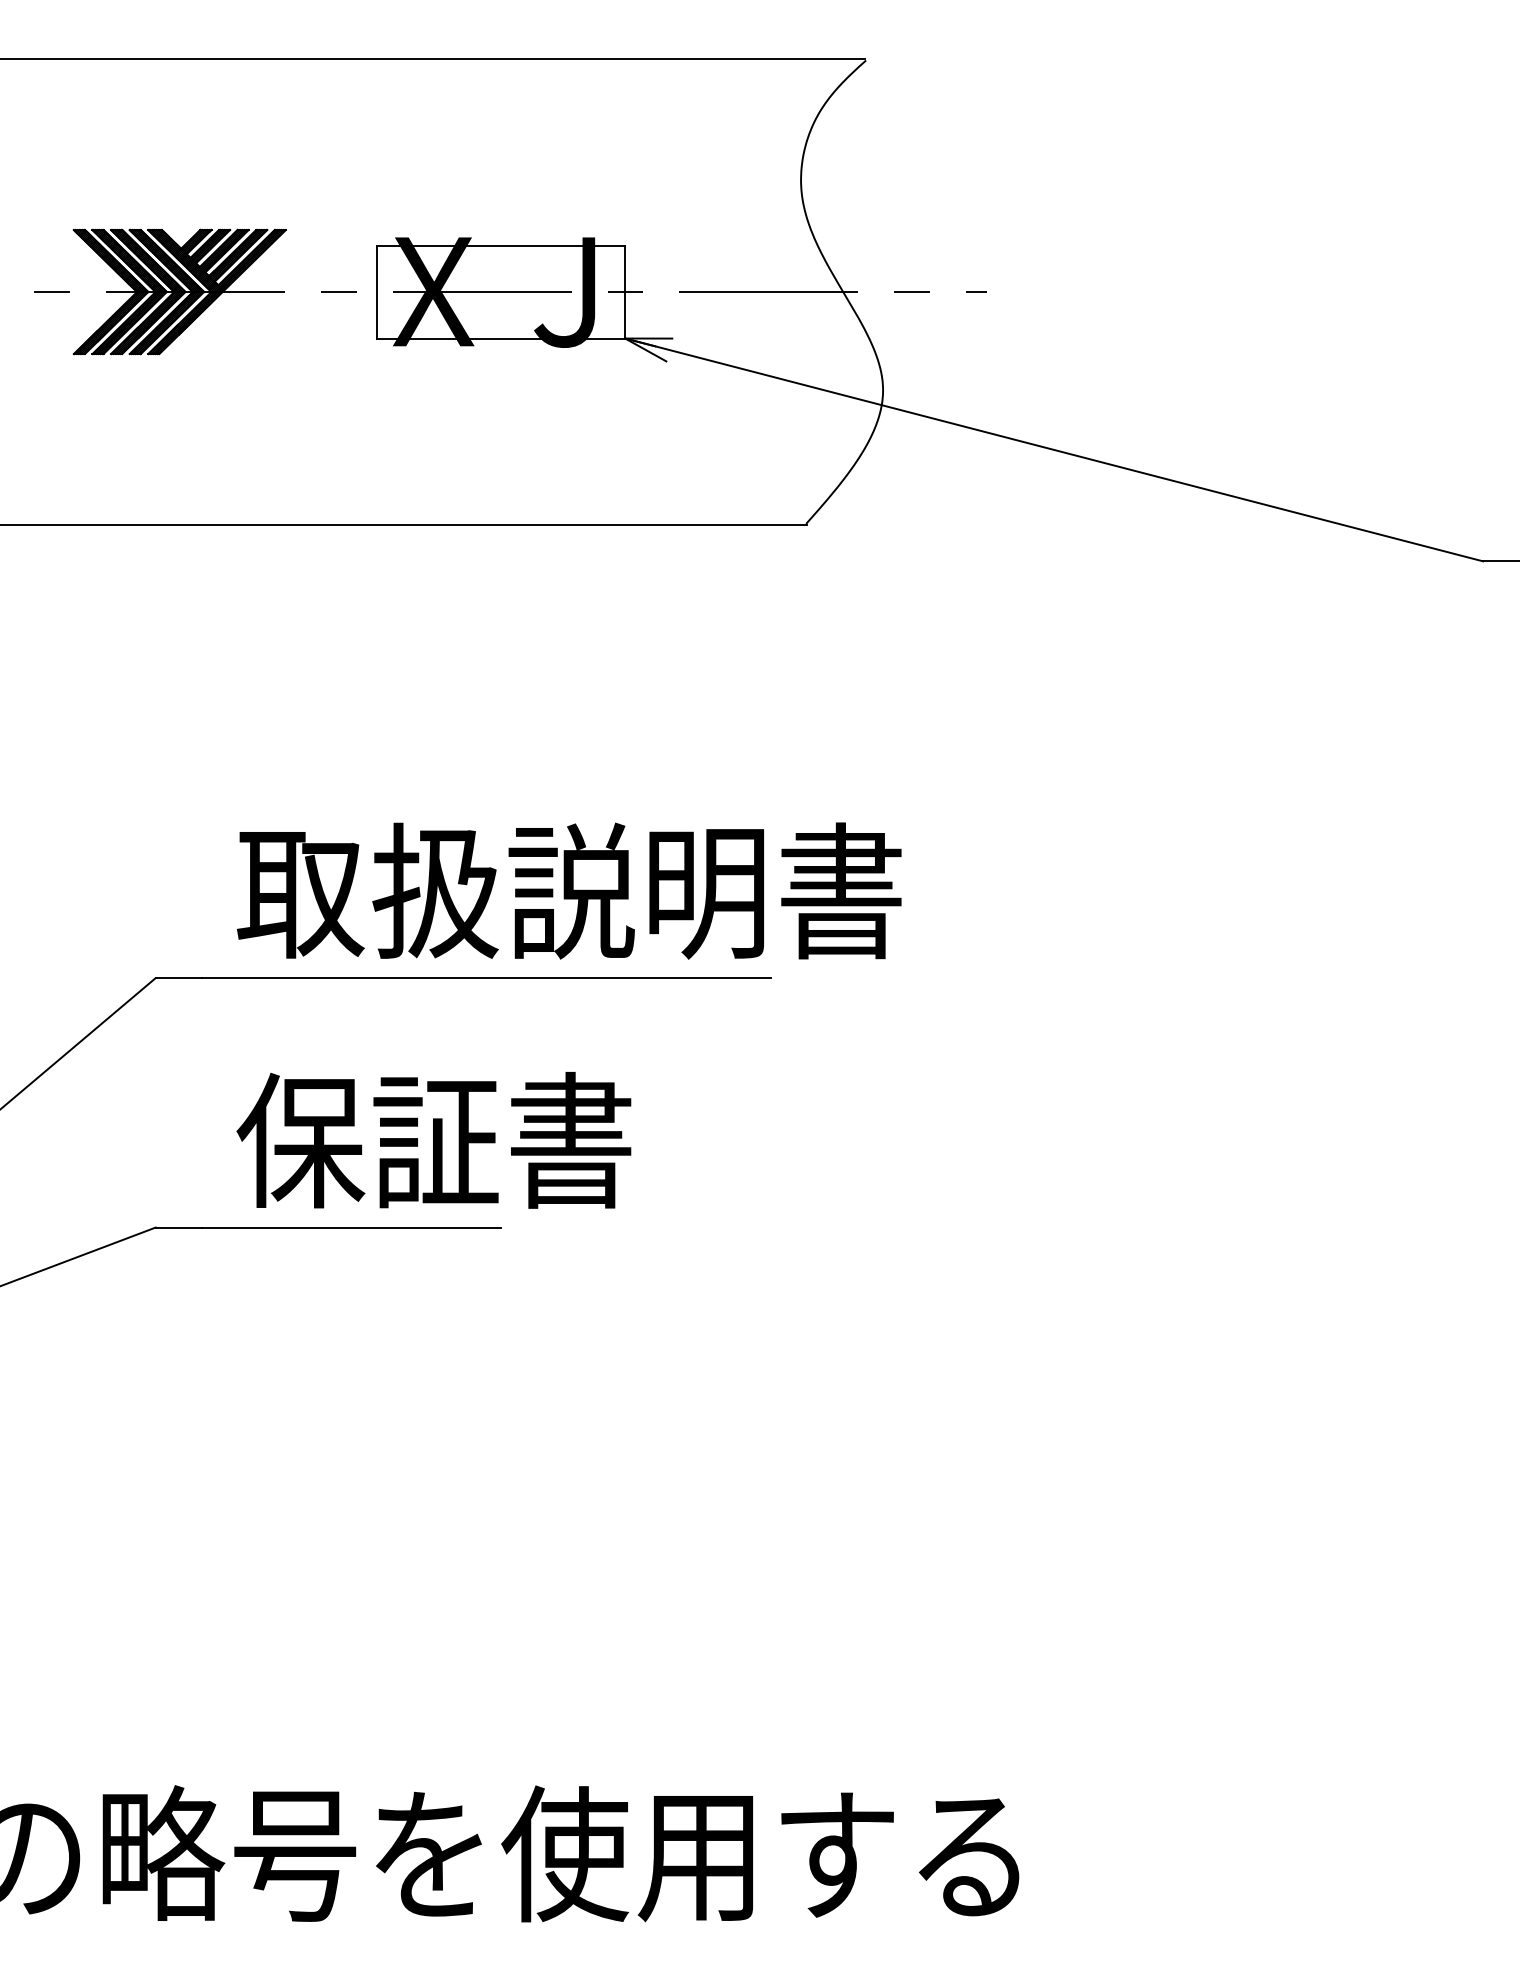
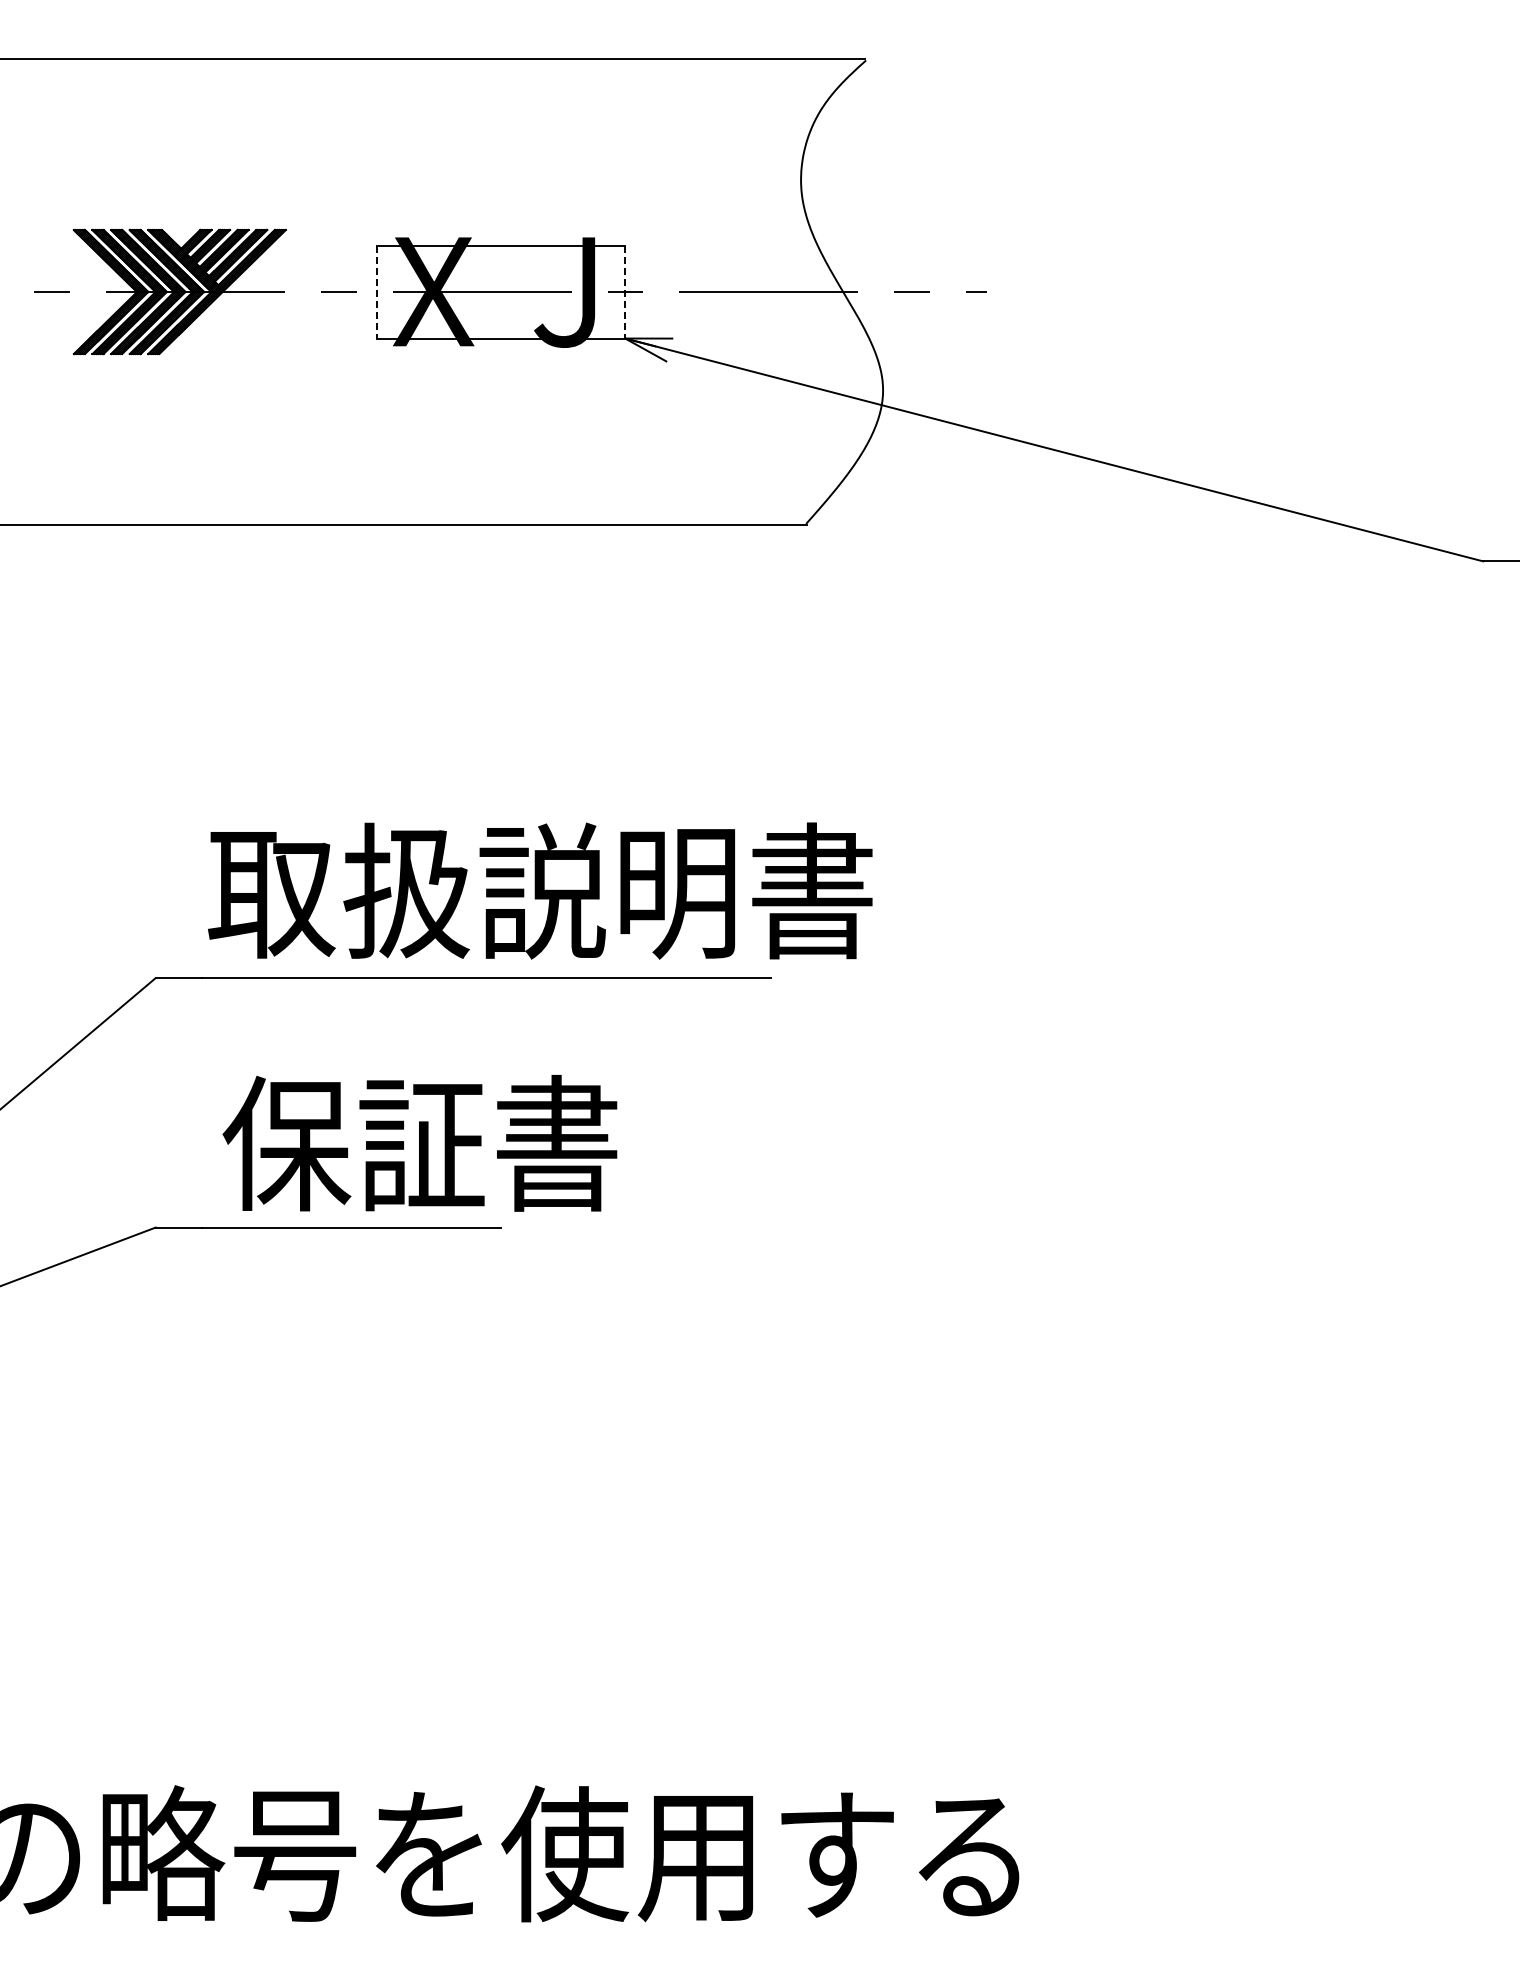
line at (377, 292): solid -> dashed
line at (625, 292): solid -> dashed
text at (569, 890) position: (569, 890) -> (540, 890)
text at (433, 1140) position: (433, 1140) -> (419, 1143)
